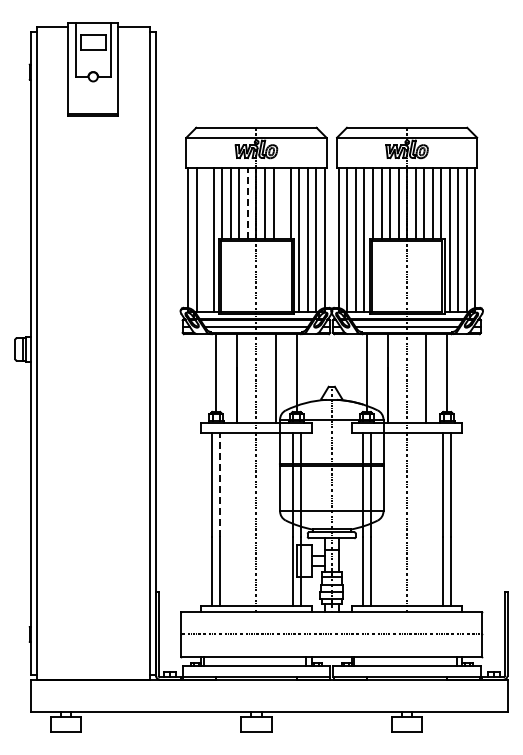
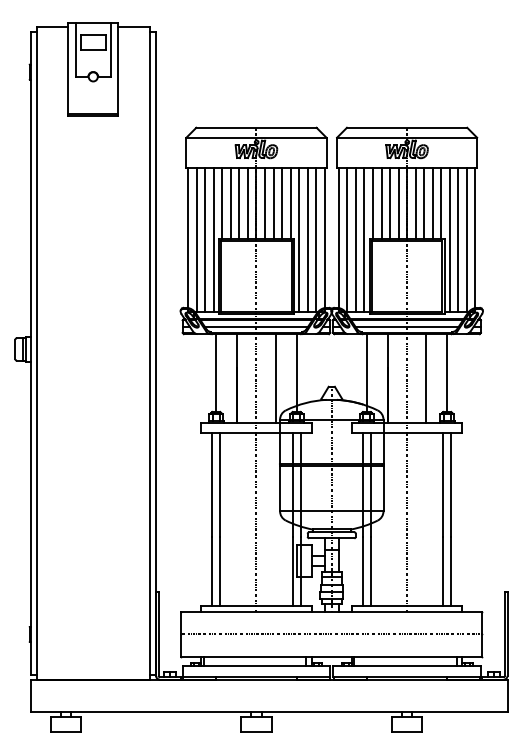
line at (282, 202): none -> present
line at (247, 203): dashed -> solid
line at (205, 239): none -> present
line at (220, 484): dashed -> solid
